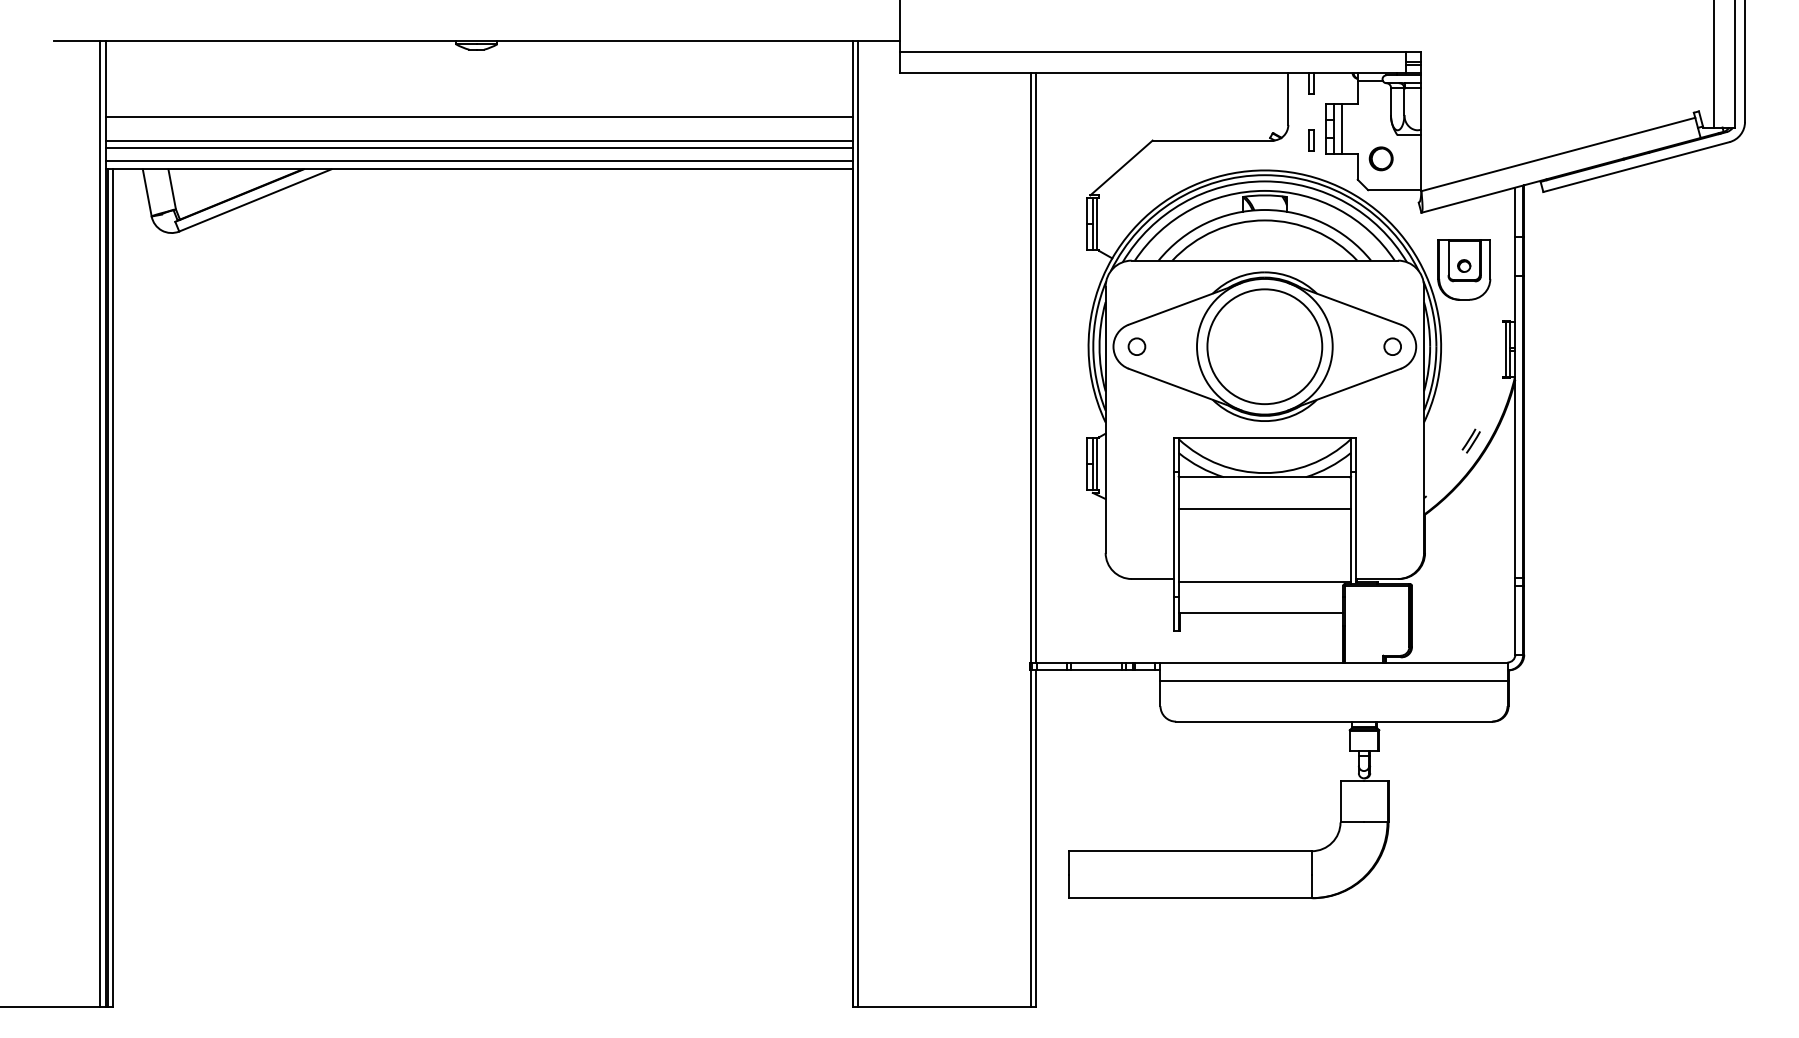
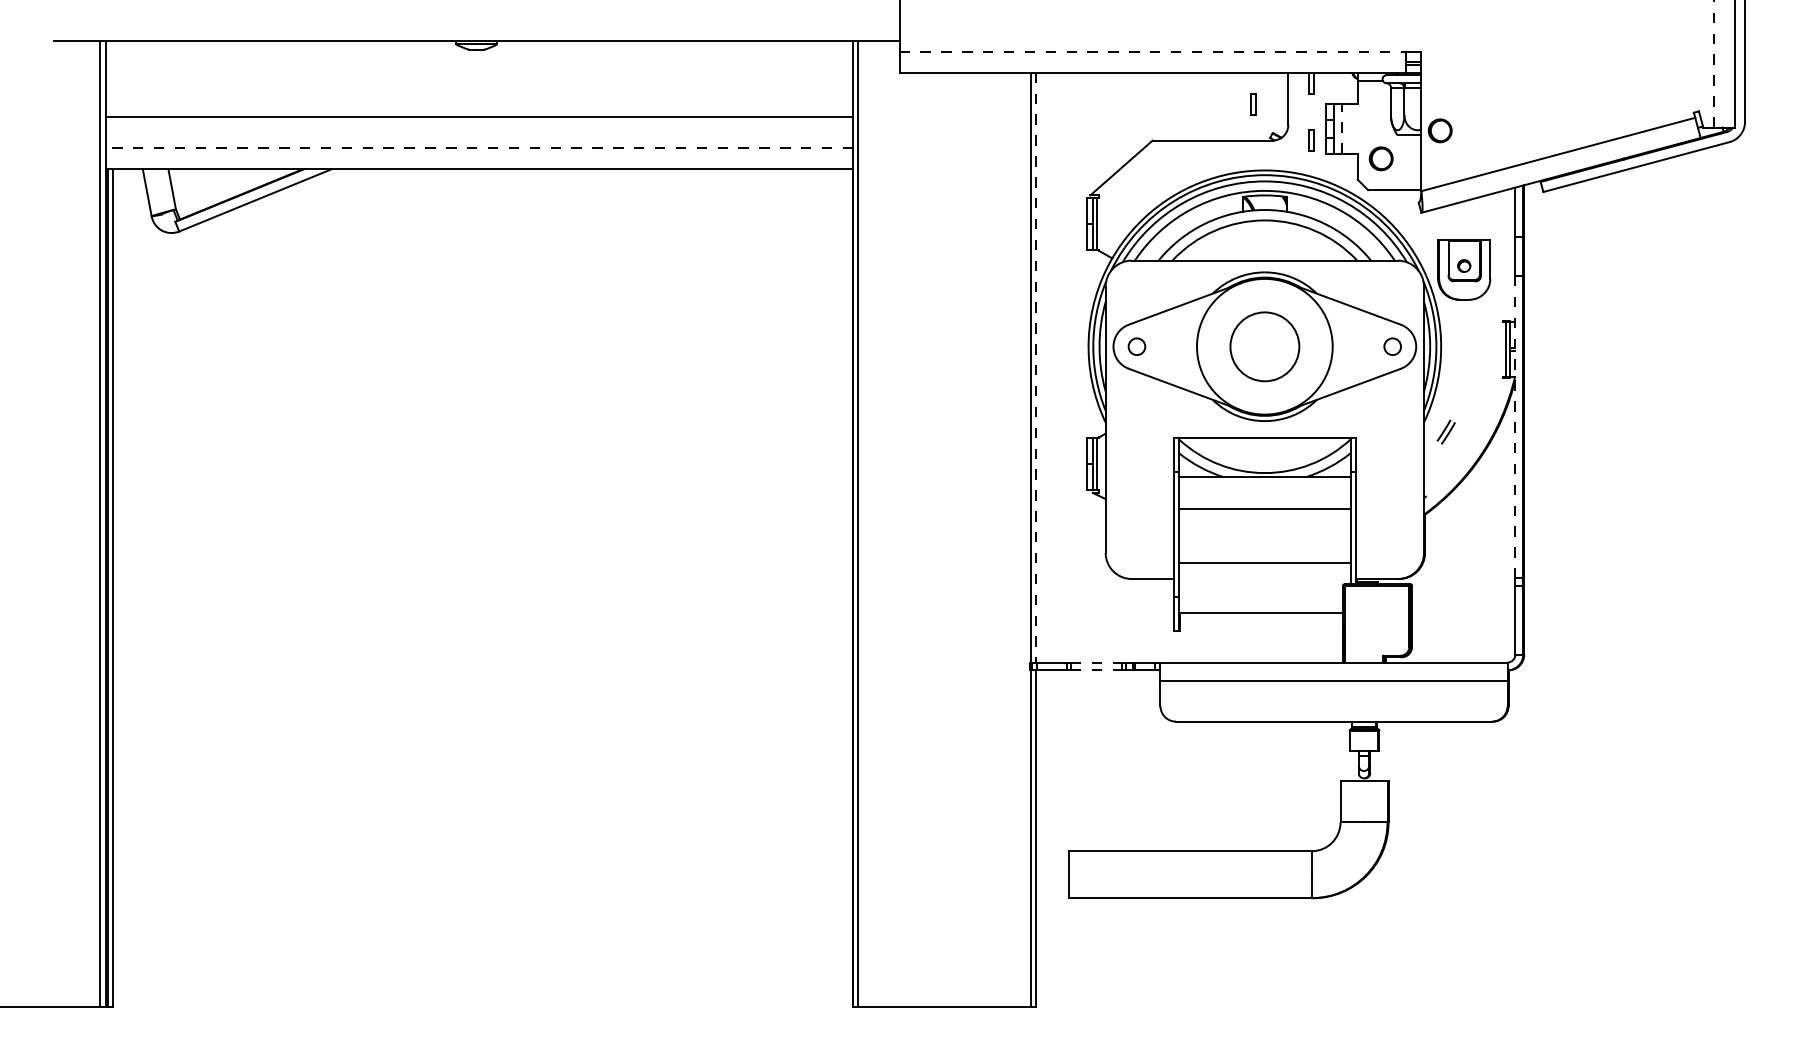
line at (1153, 51): solid -> dashed
line at (1713, 63): solid -> dashed
part at (1253, 104): none -> present
line at (1342, 128): solid -> dashed
part at (1439, 130): none -> present
line at (479, 140): present -> none
line at (479, 148): solid -> dashed
line at (479, 161): present -> none
circle at (1264, 346) size: 118x118 px -> 72x72 px
line at (1035, 367): solid -> dashed
line at (1515, 427): solid -> dashed
part at (1470, 440) position: (1470, 440) -> (1445, 431)
line at (1264, 581) position: (1264, 581) -> (1264, 562)
line at (1096, 662): solid -> dashed
line at (1096, 670): solid -> dashed
